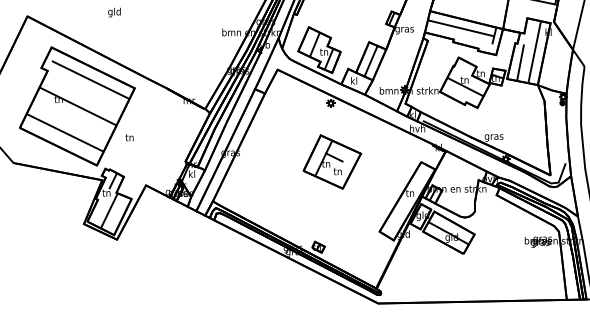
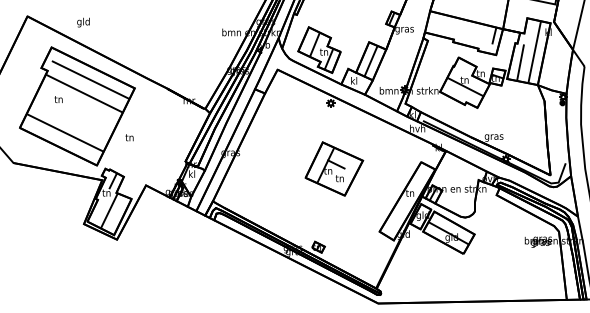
text at (114, 12) position: (114, 12) -> (83, 22)
line at (460, 28): present -> none
line at (77, 106) position: (77, 106) -> (83, 93)
part at (332, 161) position: (332, 161) -> (334, 168)
